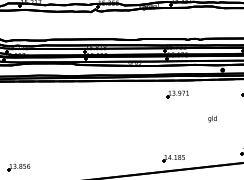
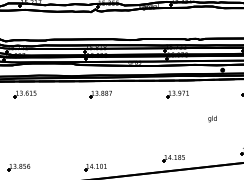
part at (24, 94): none -> present
part at (100, 94): none -> present
part at (95, 167): none -> present
